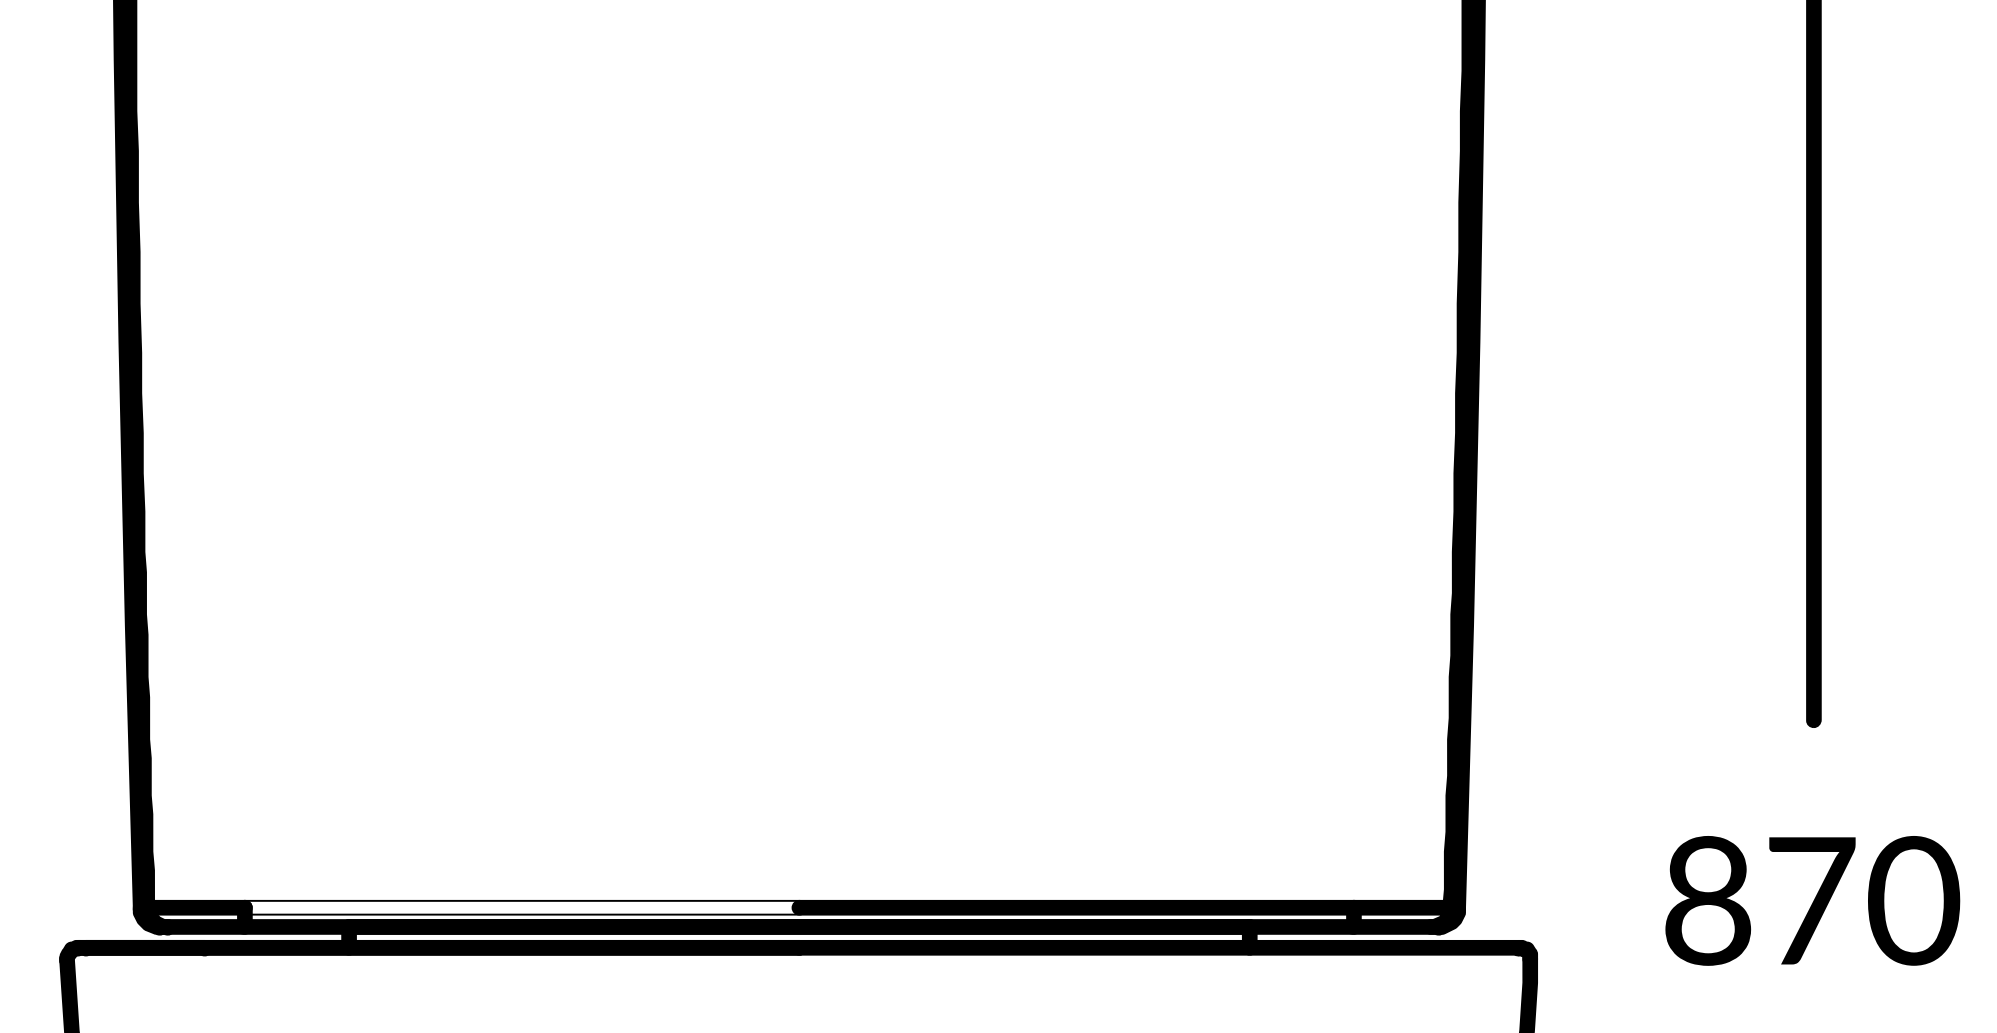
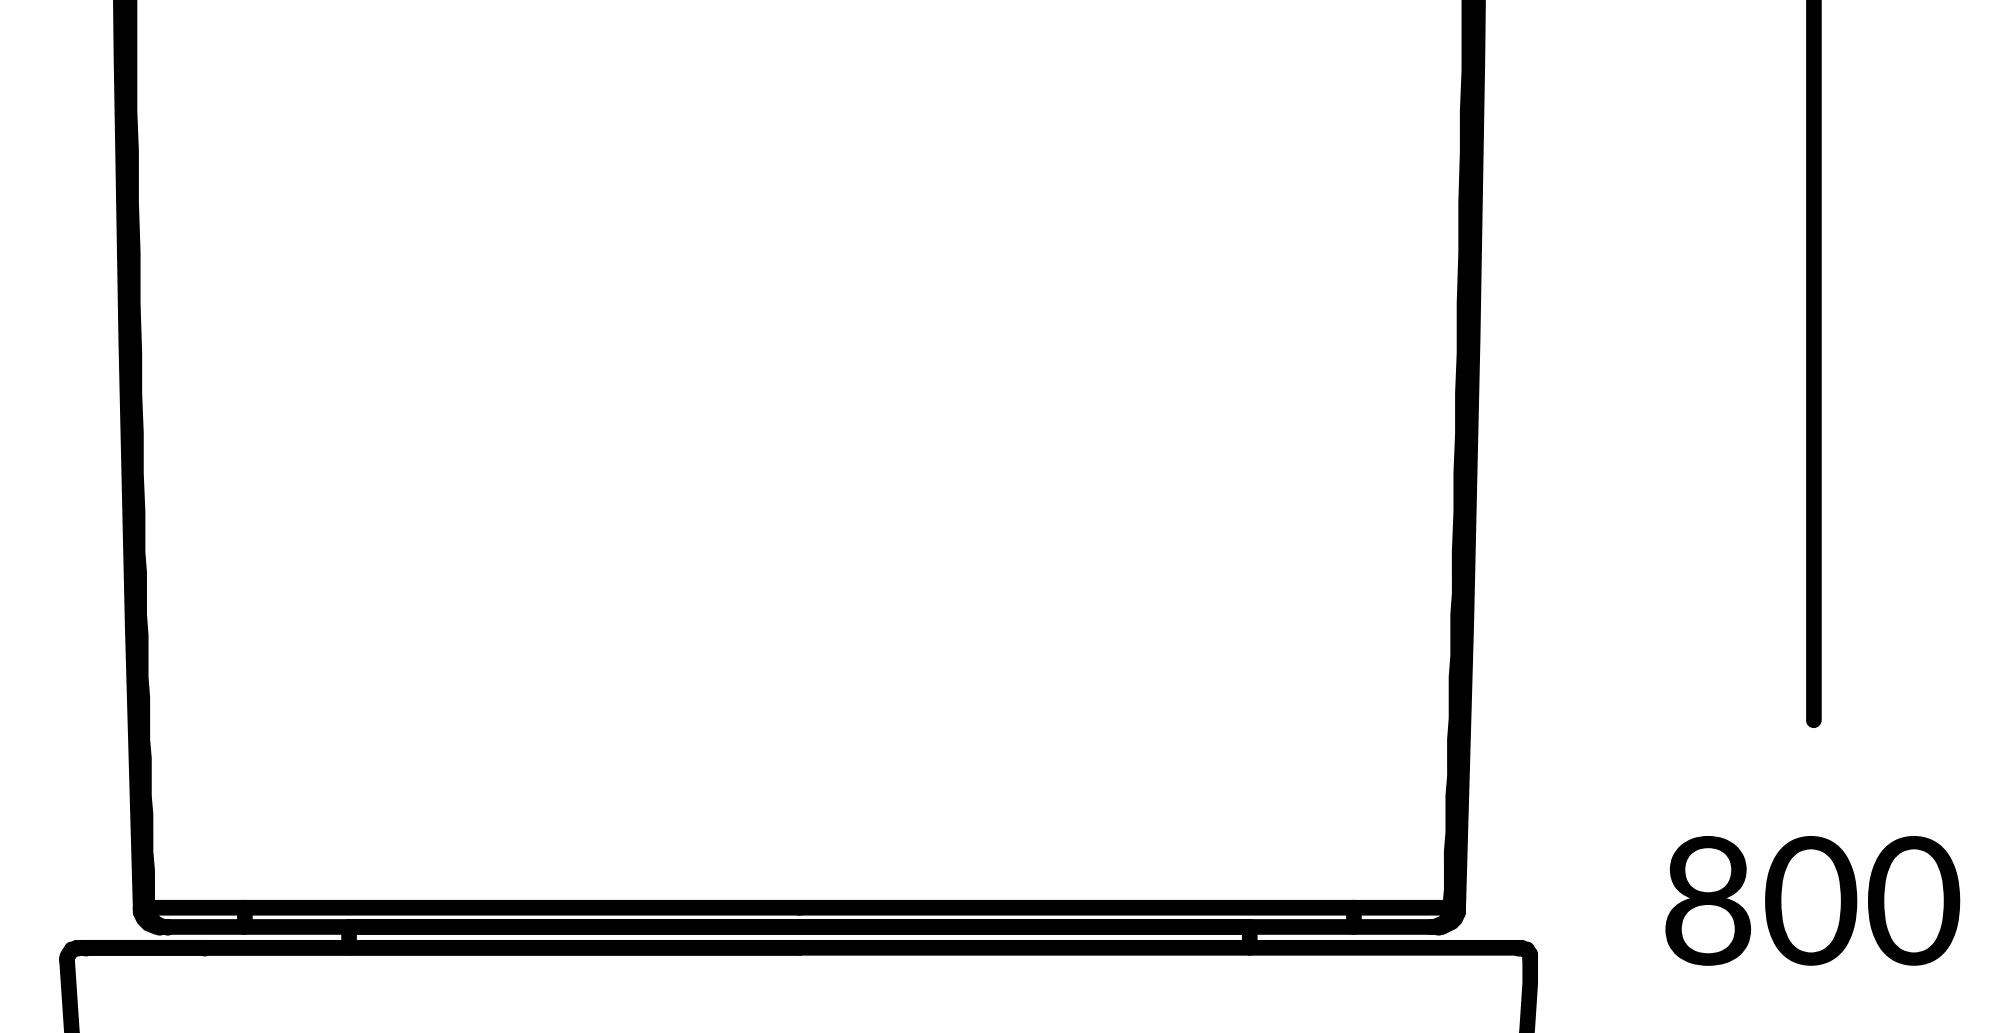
text at (1811, 900): 870 -> 800
fill at (522, 907): none -> present
